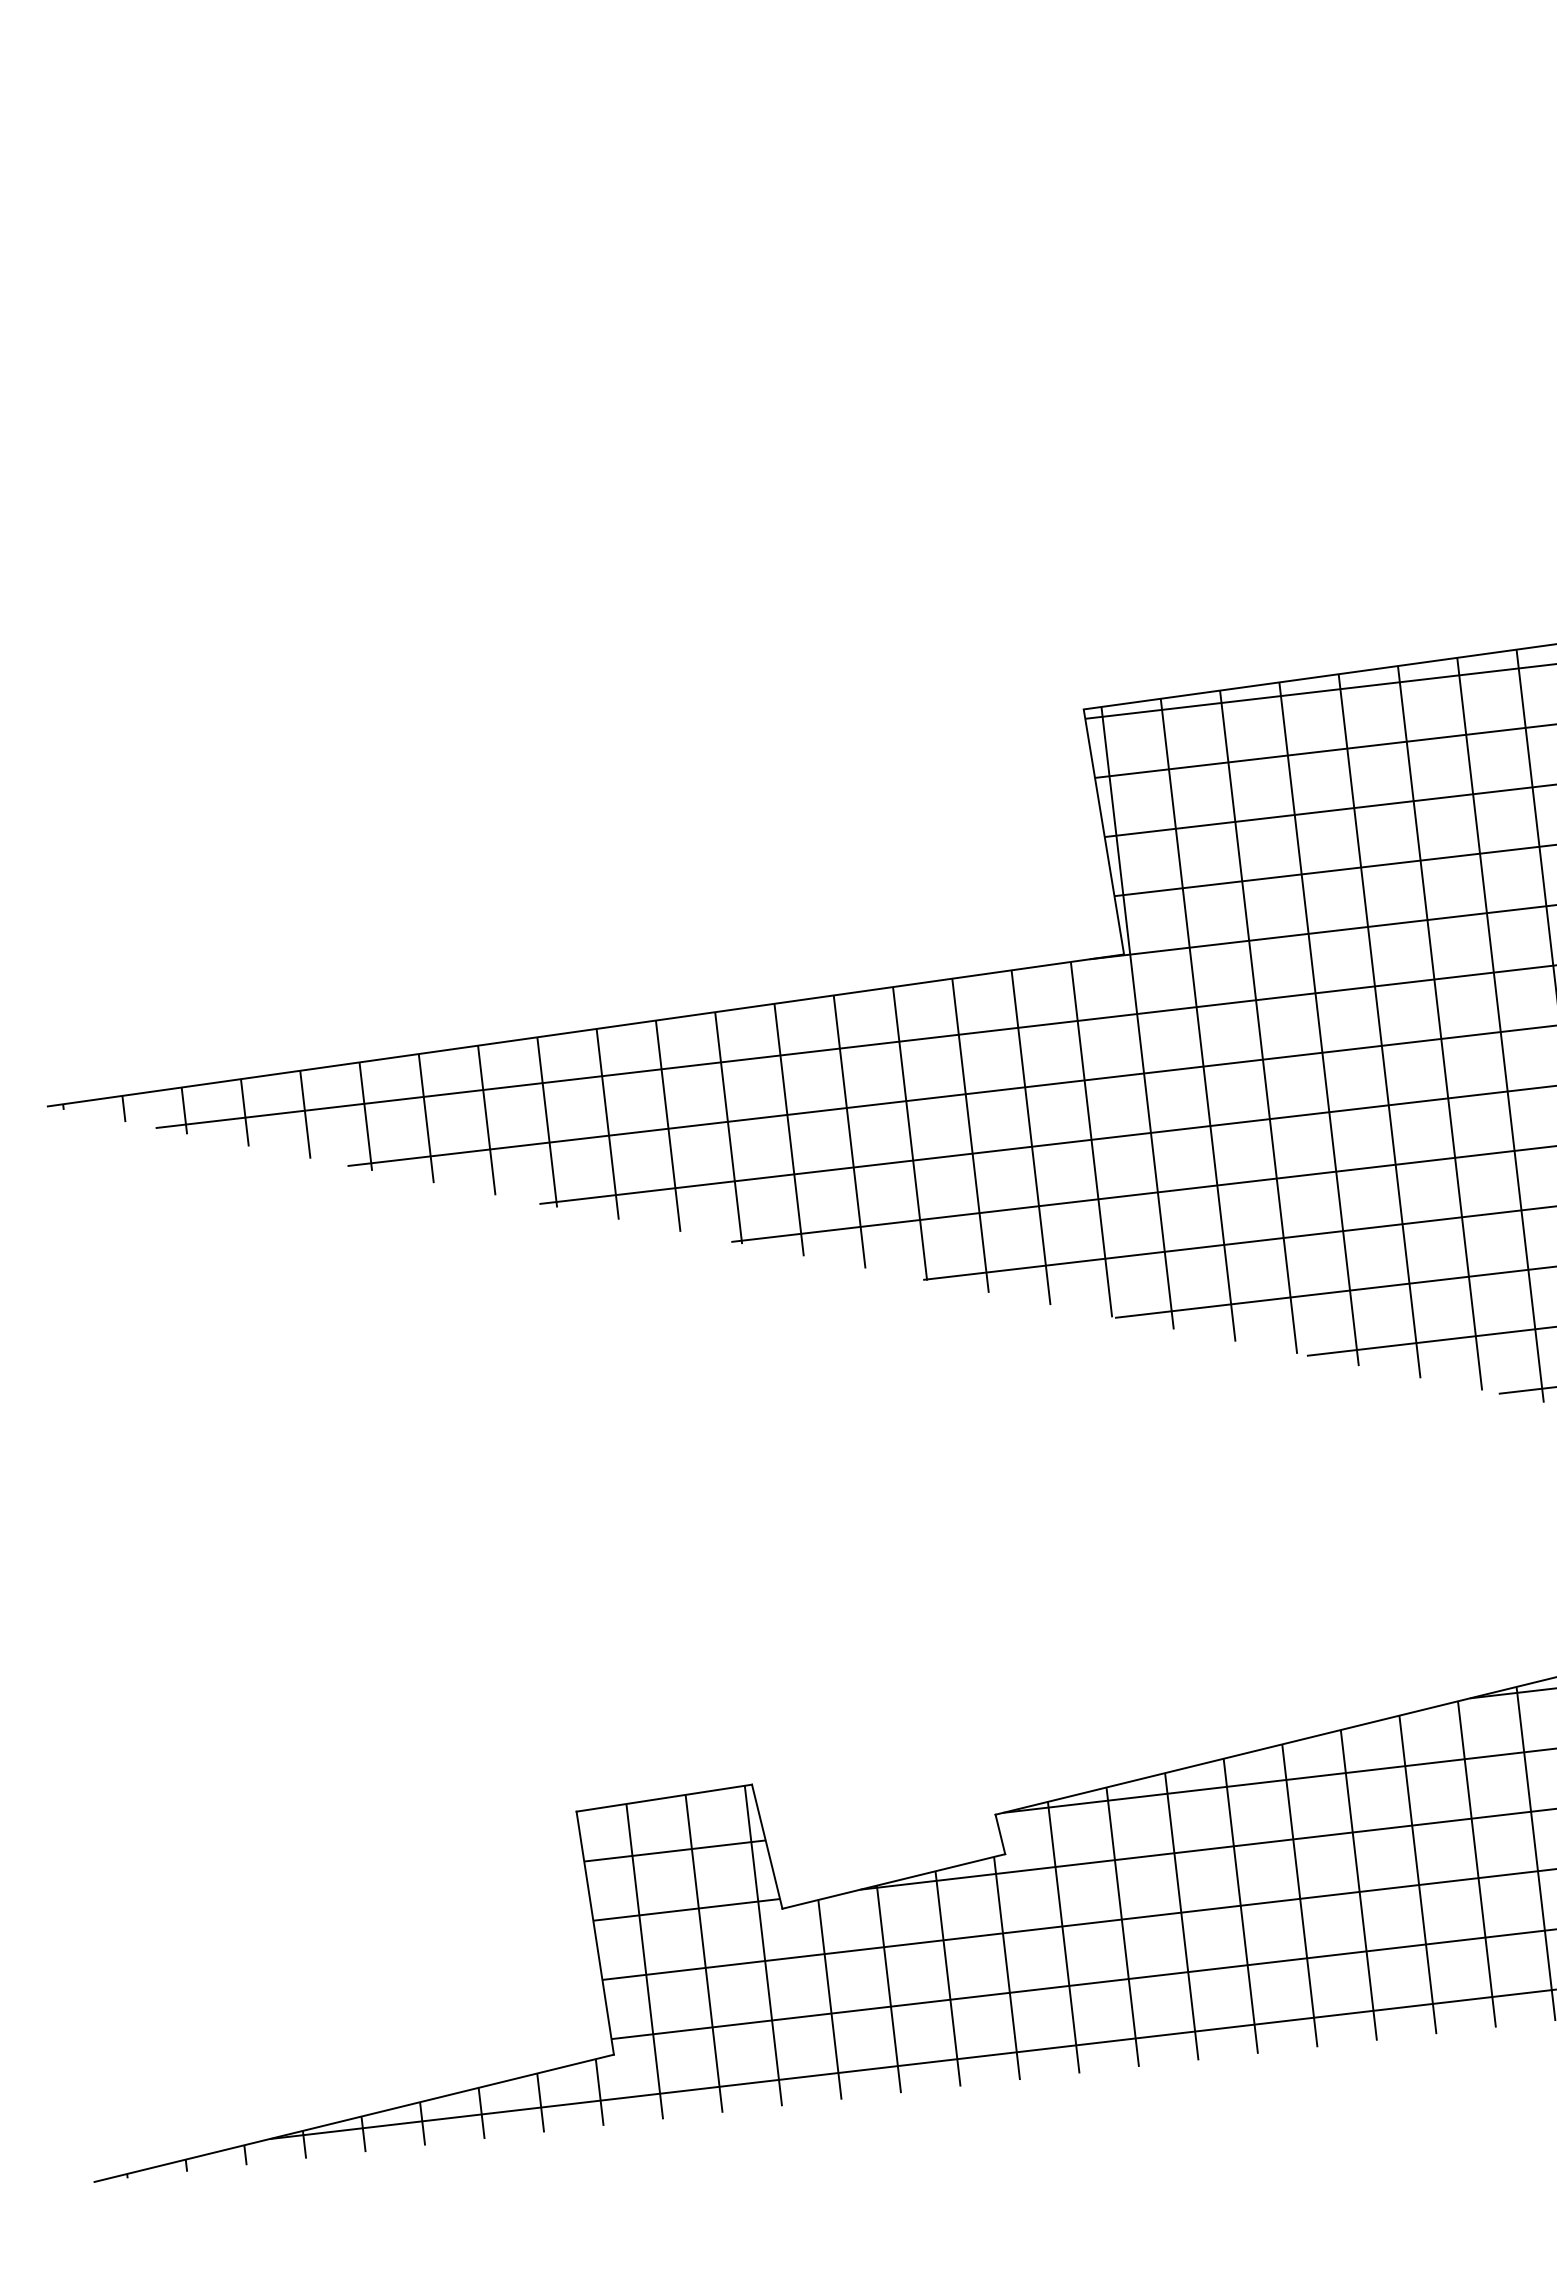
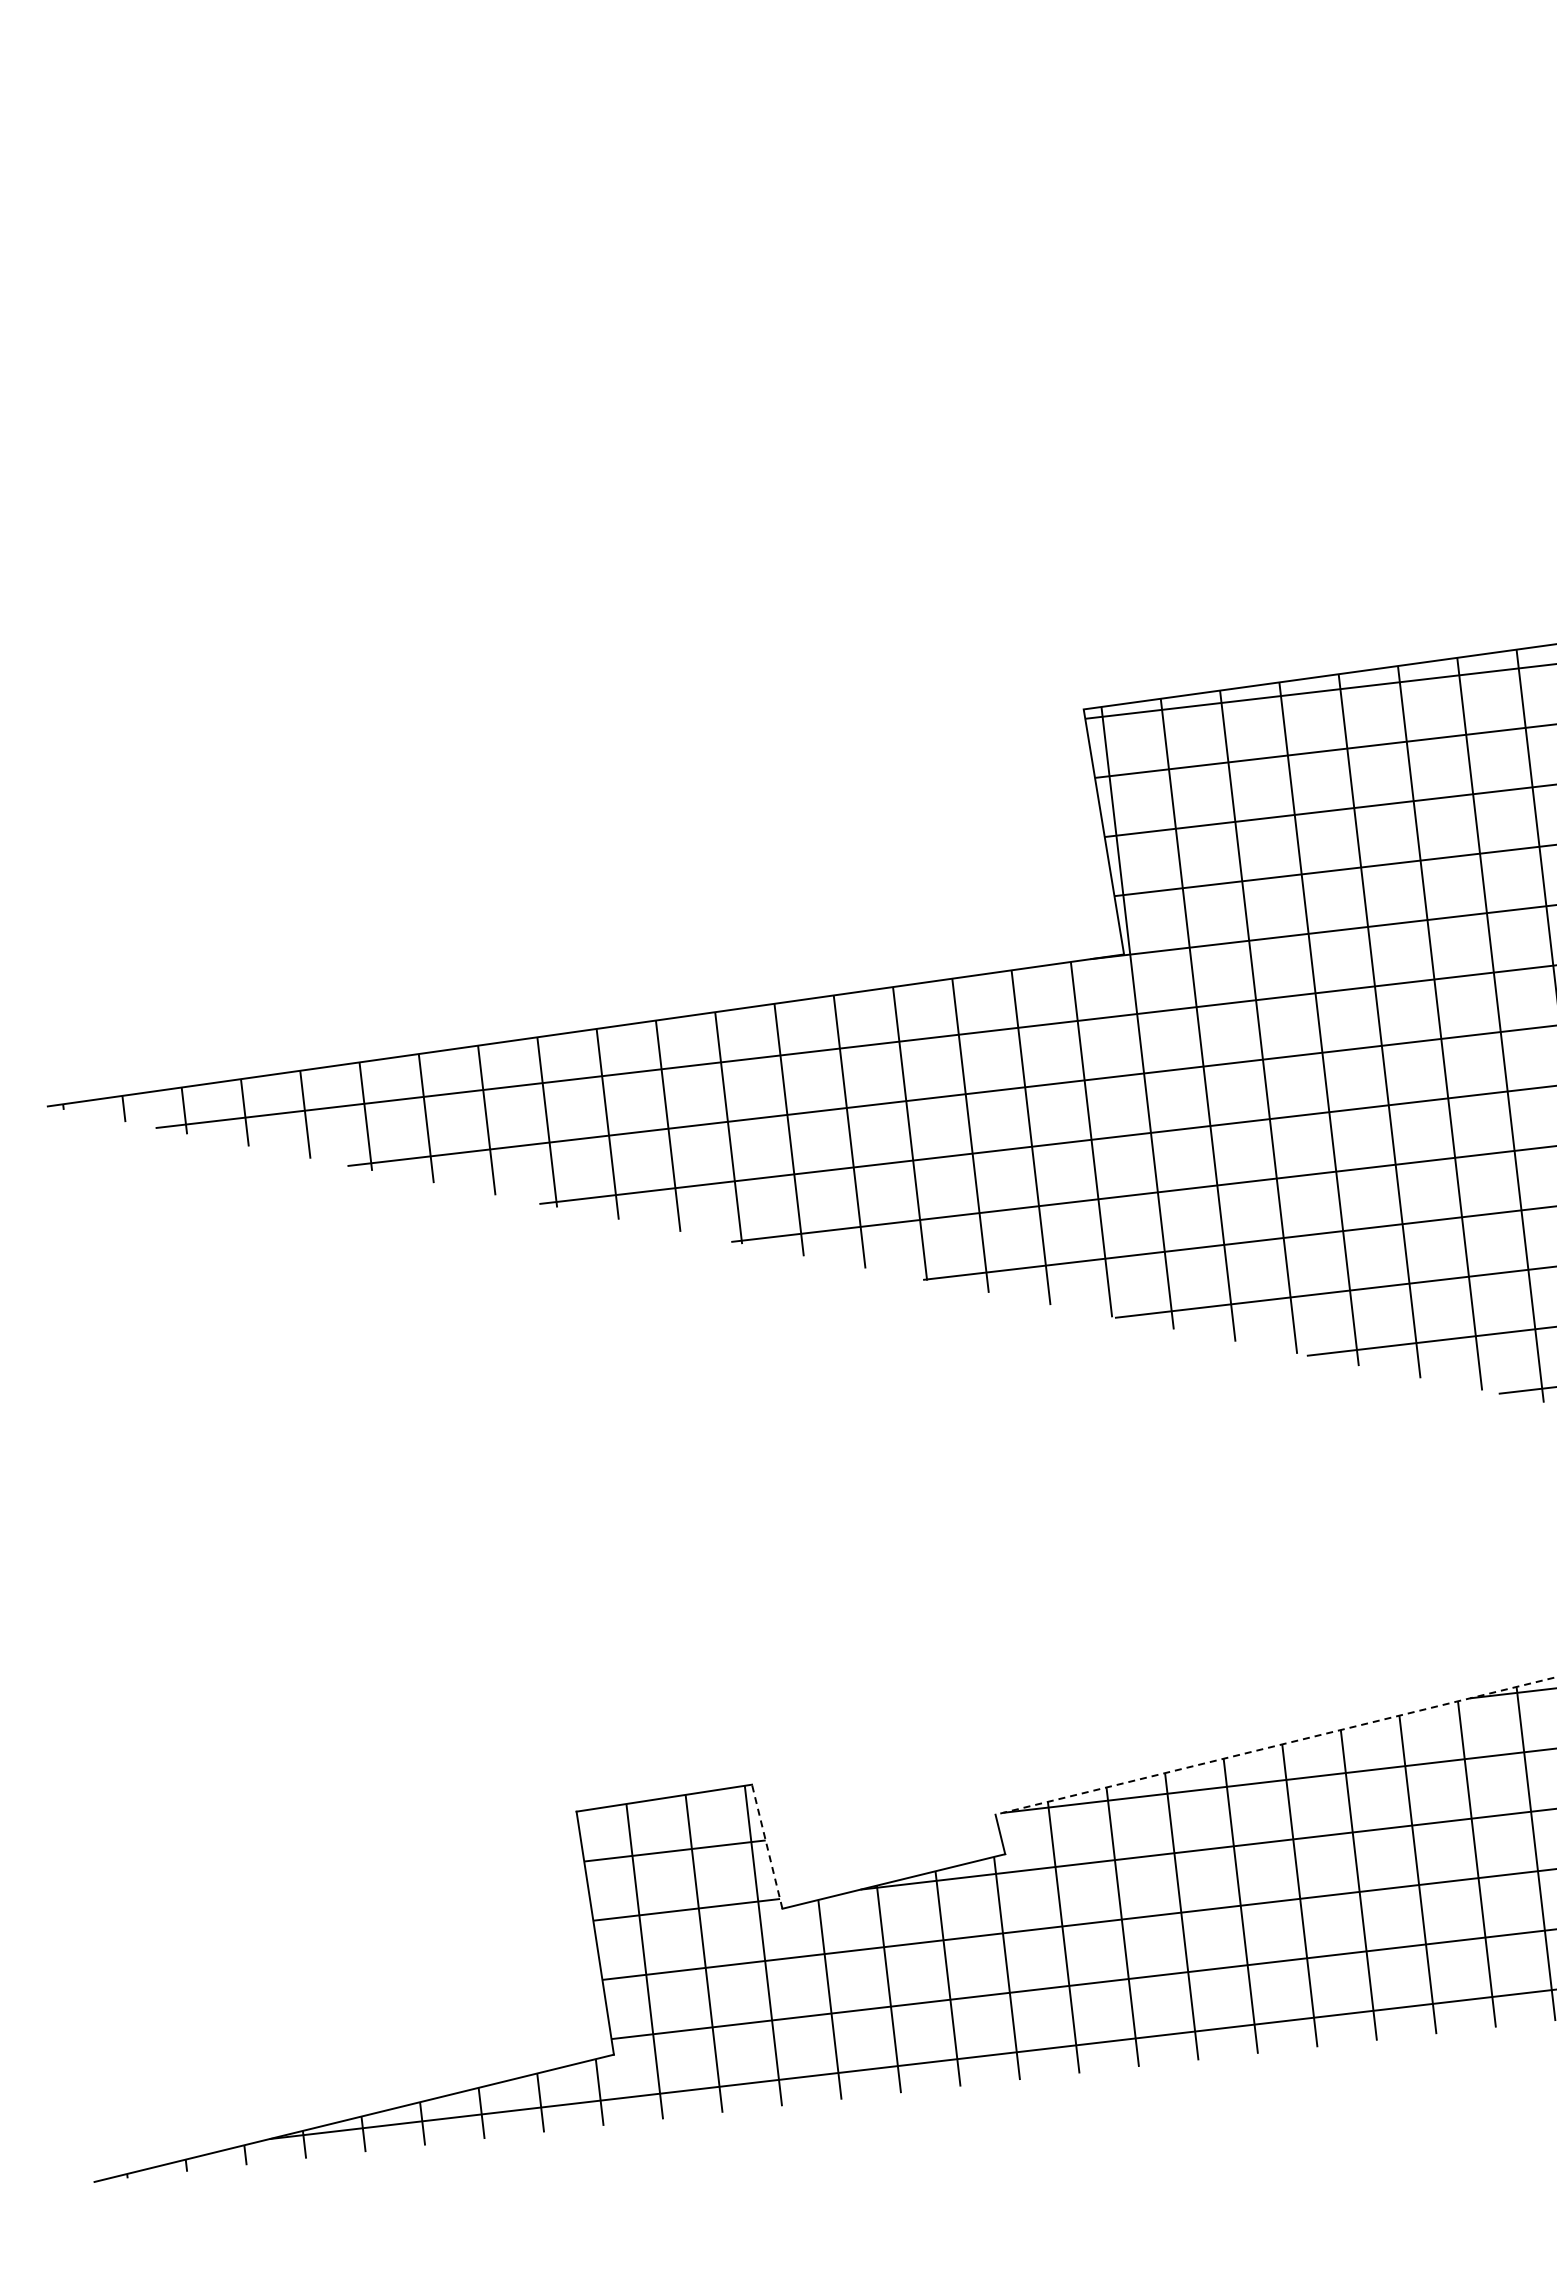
line at (1275, 1745): solid -> dashed
line at (767, 1846): solid -> dashed
